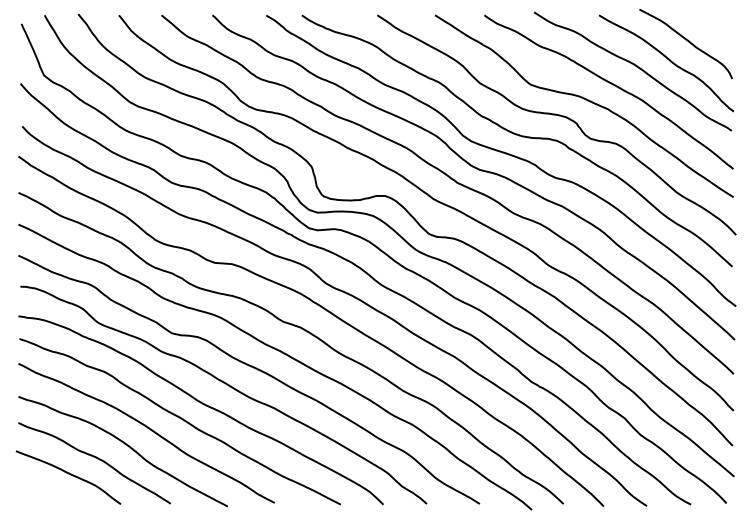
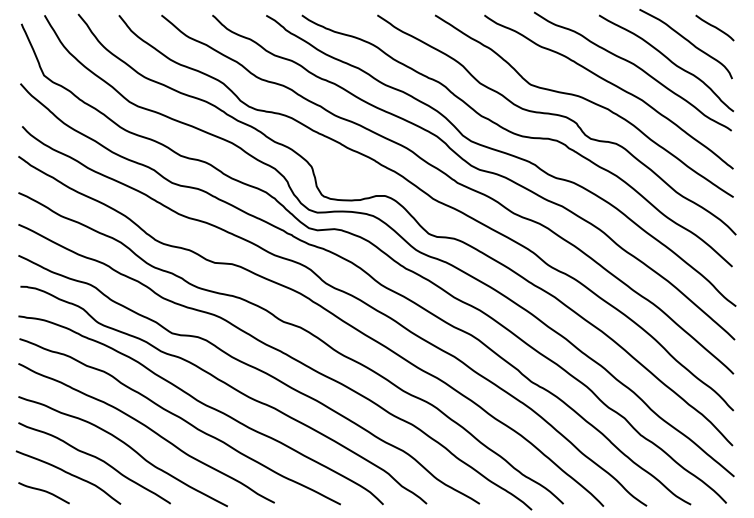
curve at (714, 27): none -> present
curve at (43, 491): none -> present
